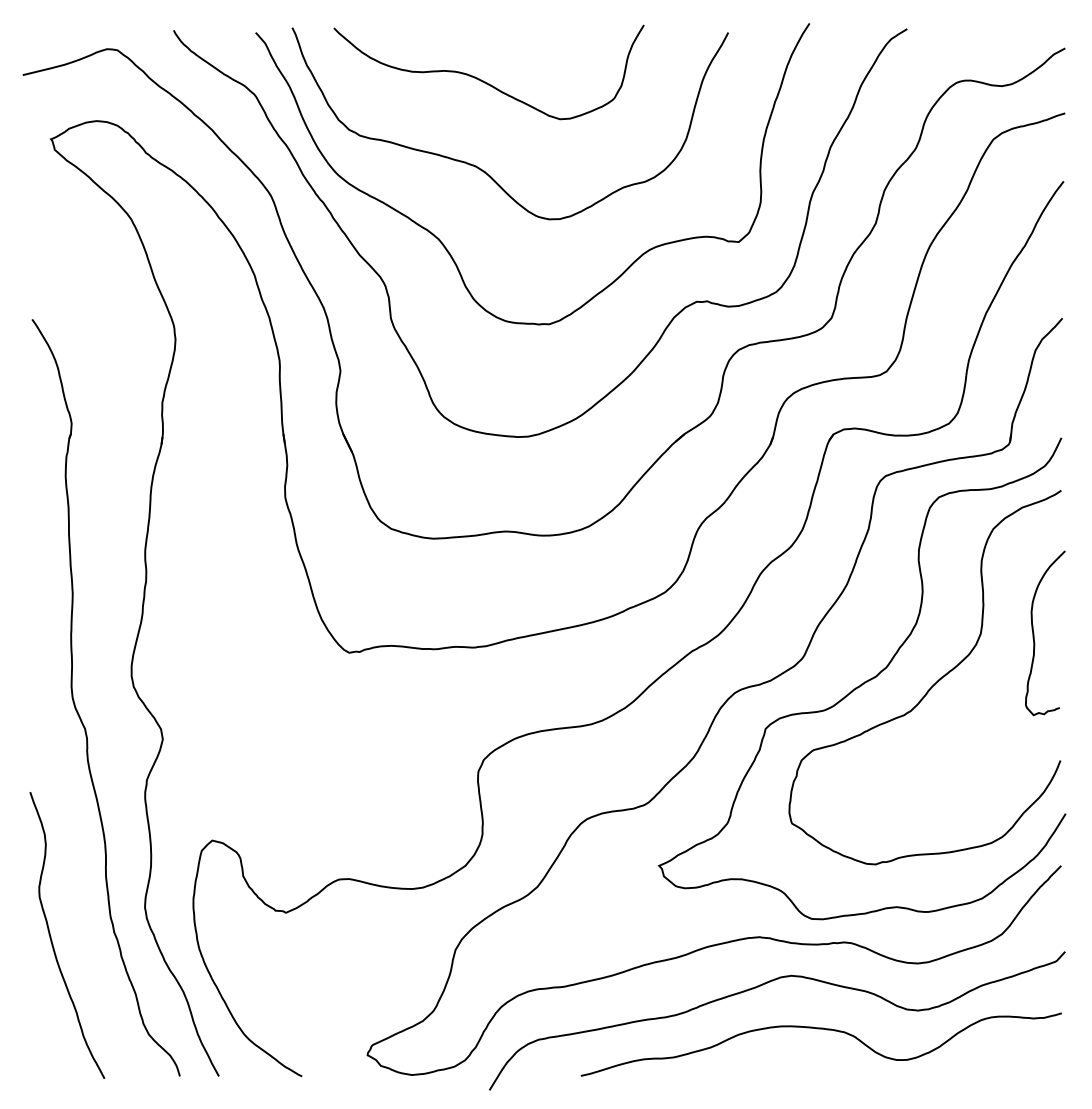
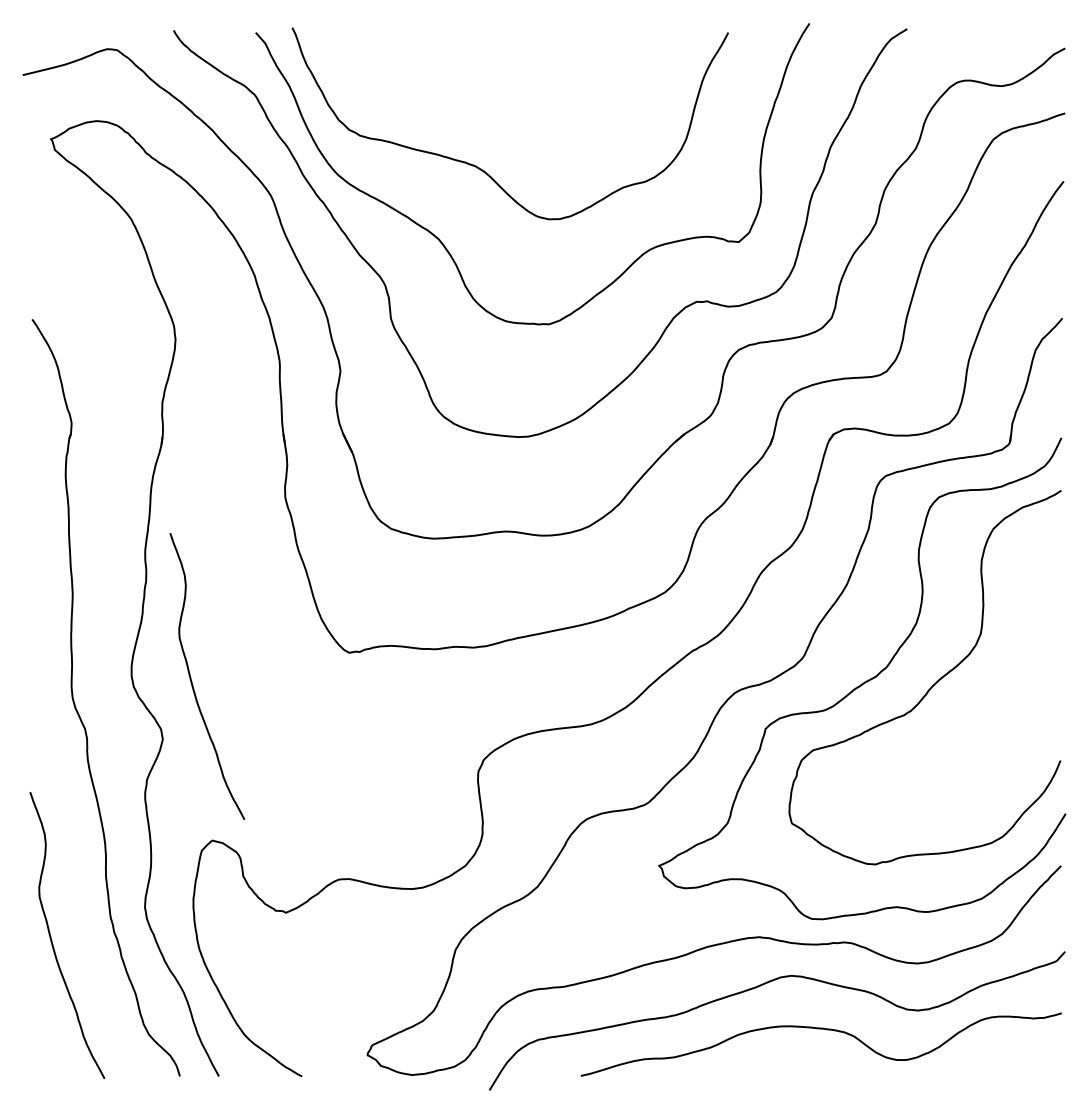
curve at (483, 80): present -> none
curve at (1034, 633): present -> none
curve at (192, 681): none -> present
